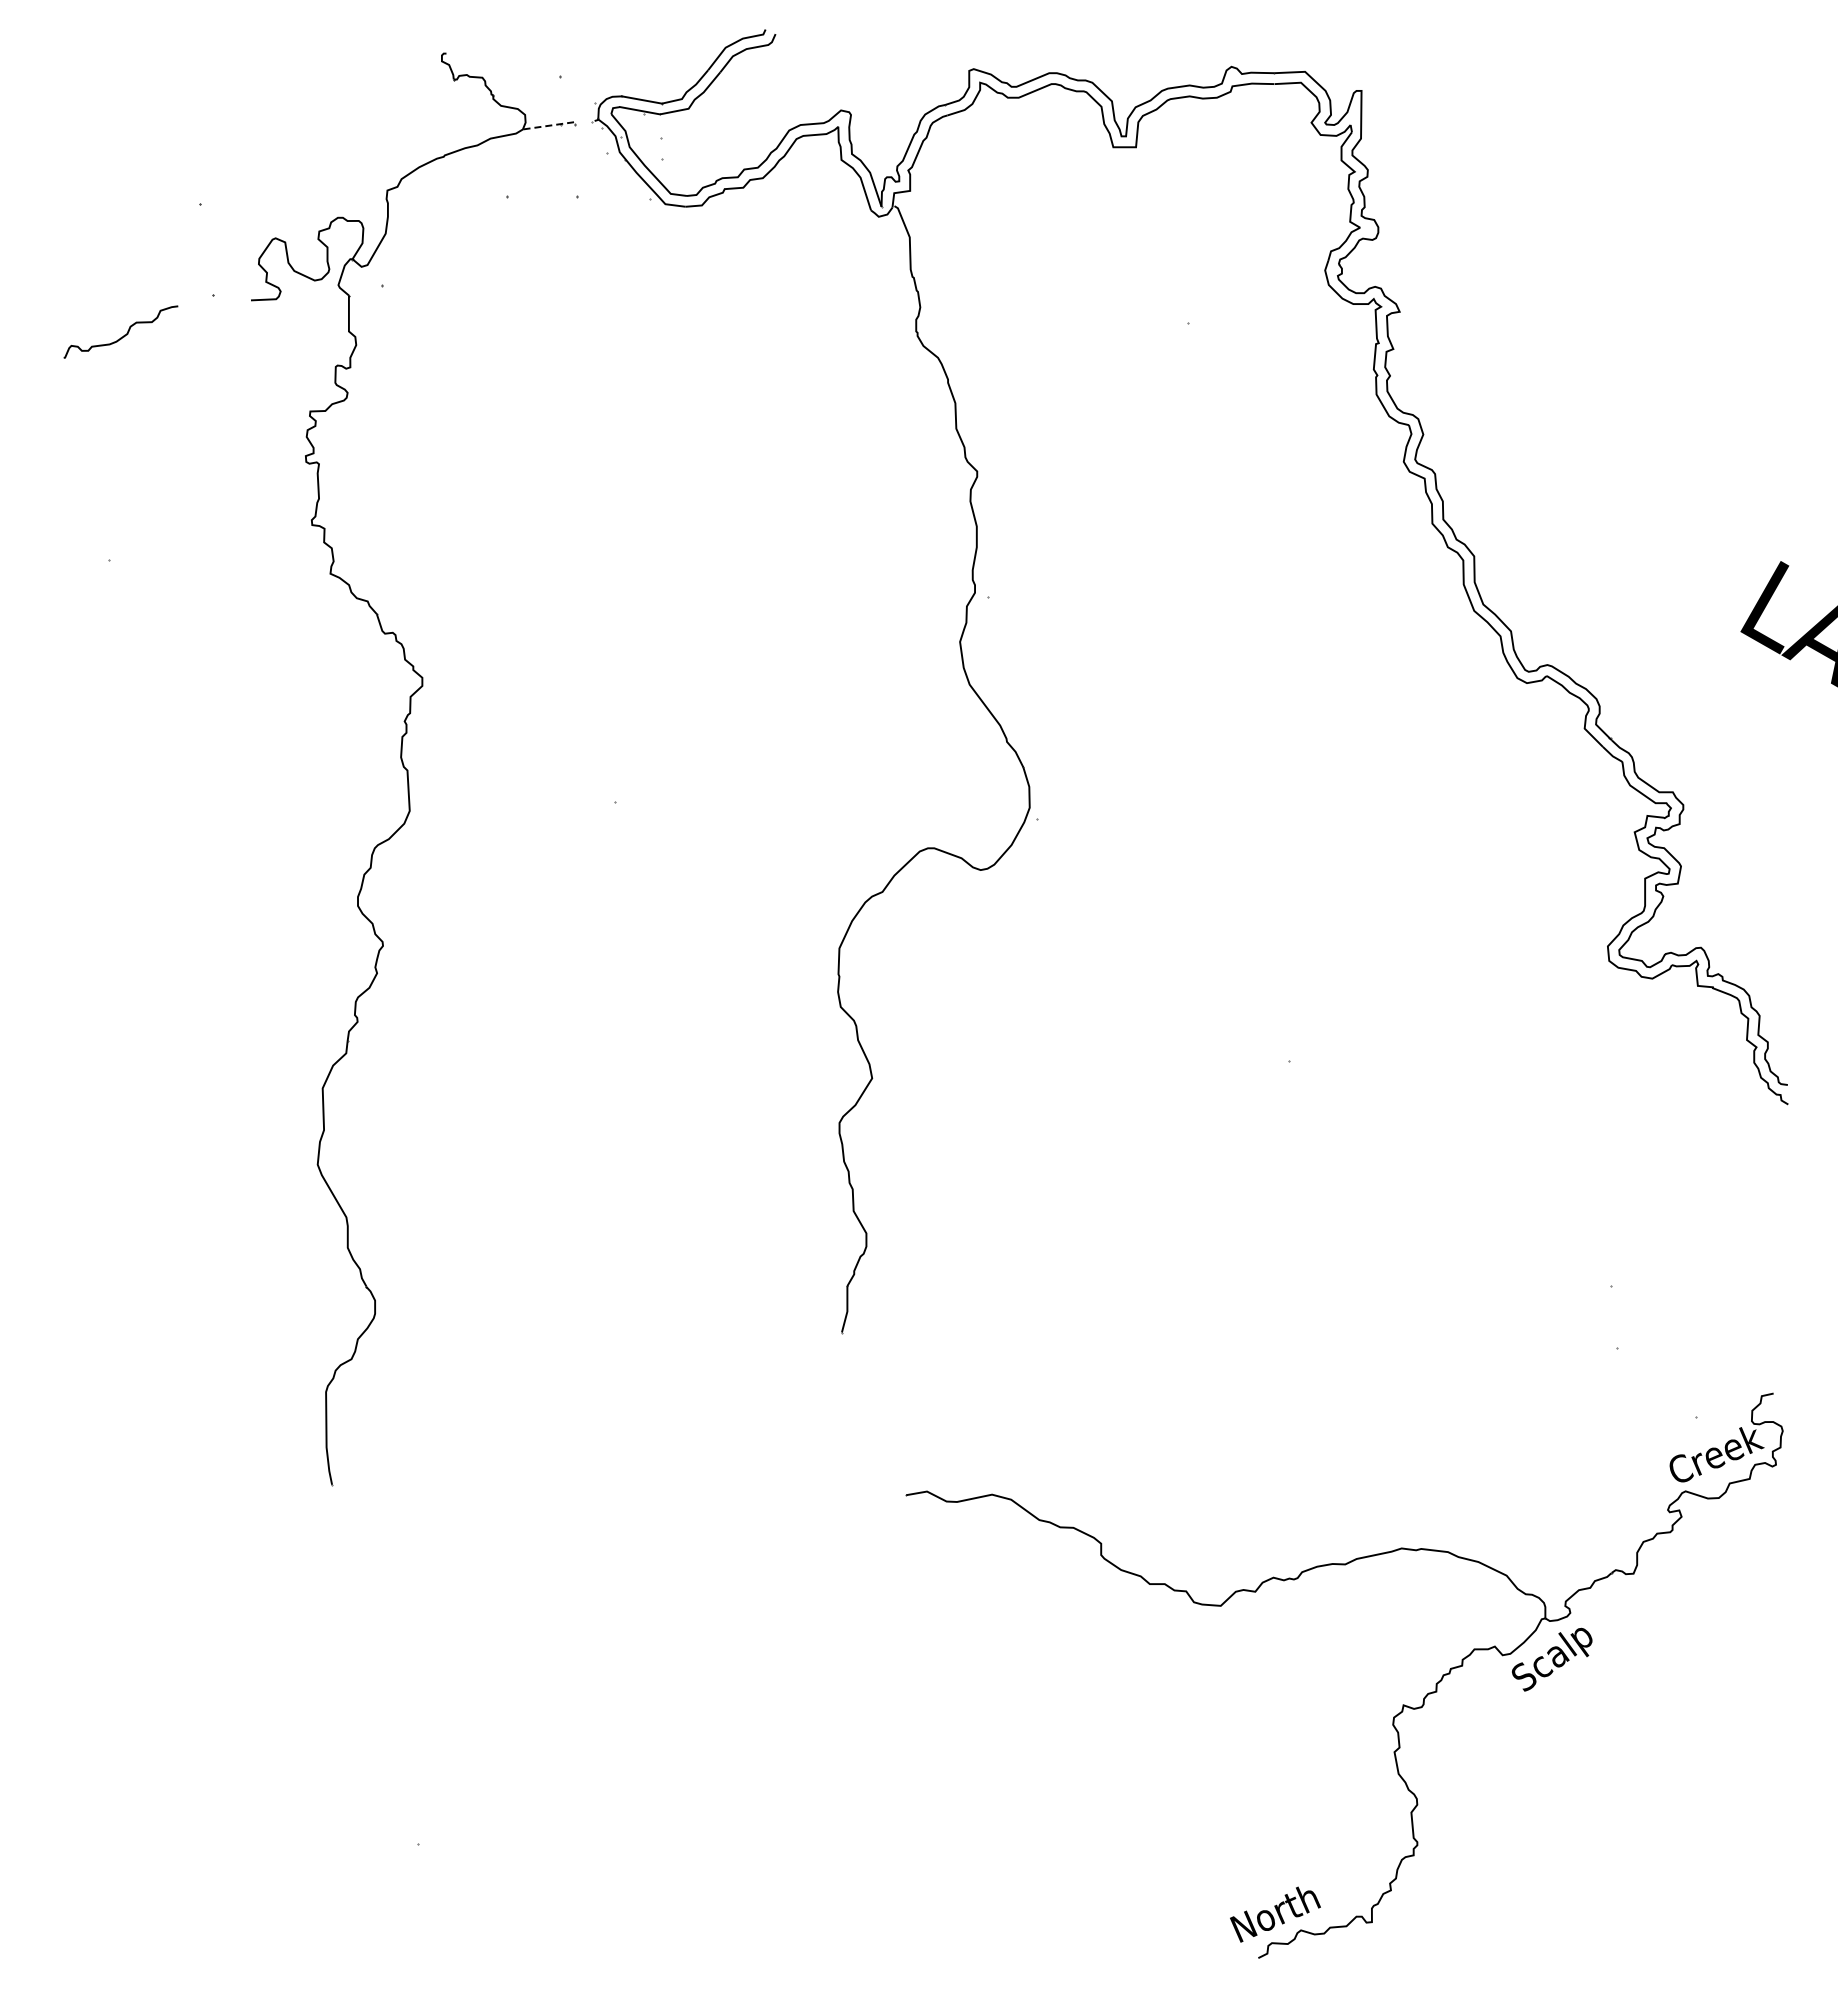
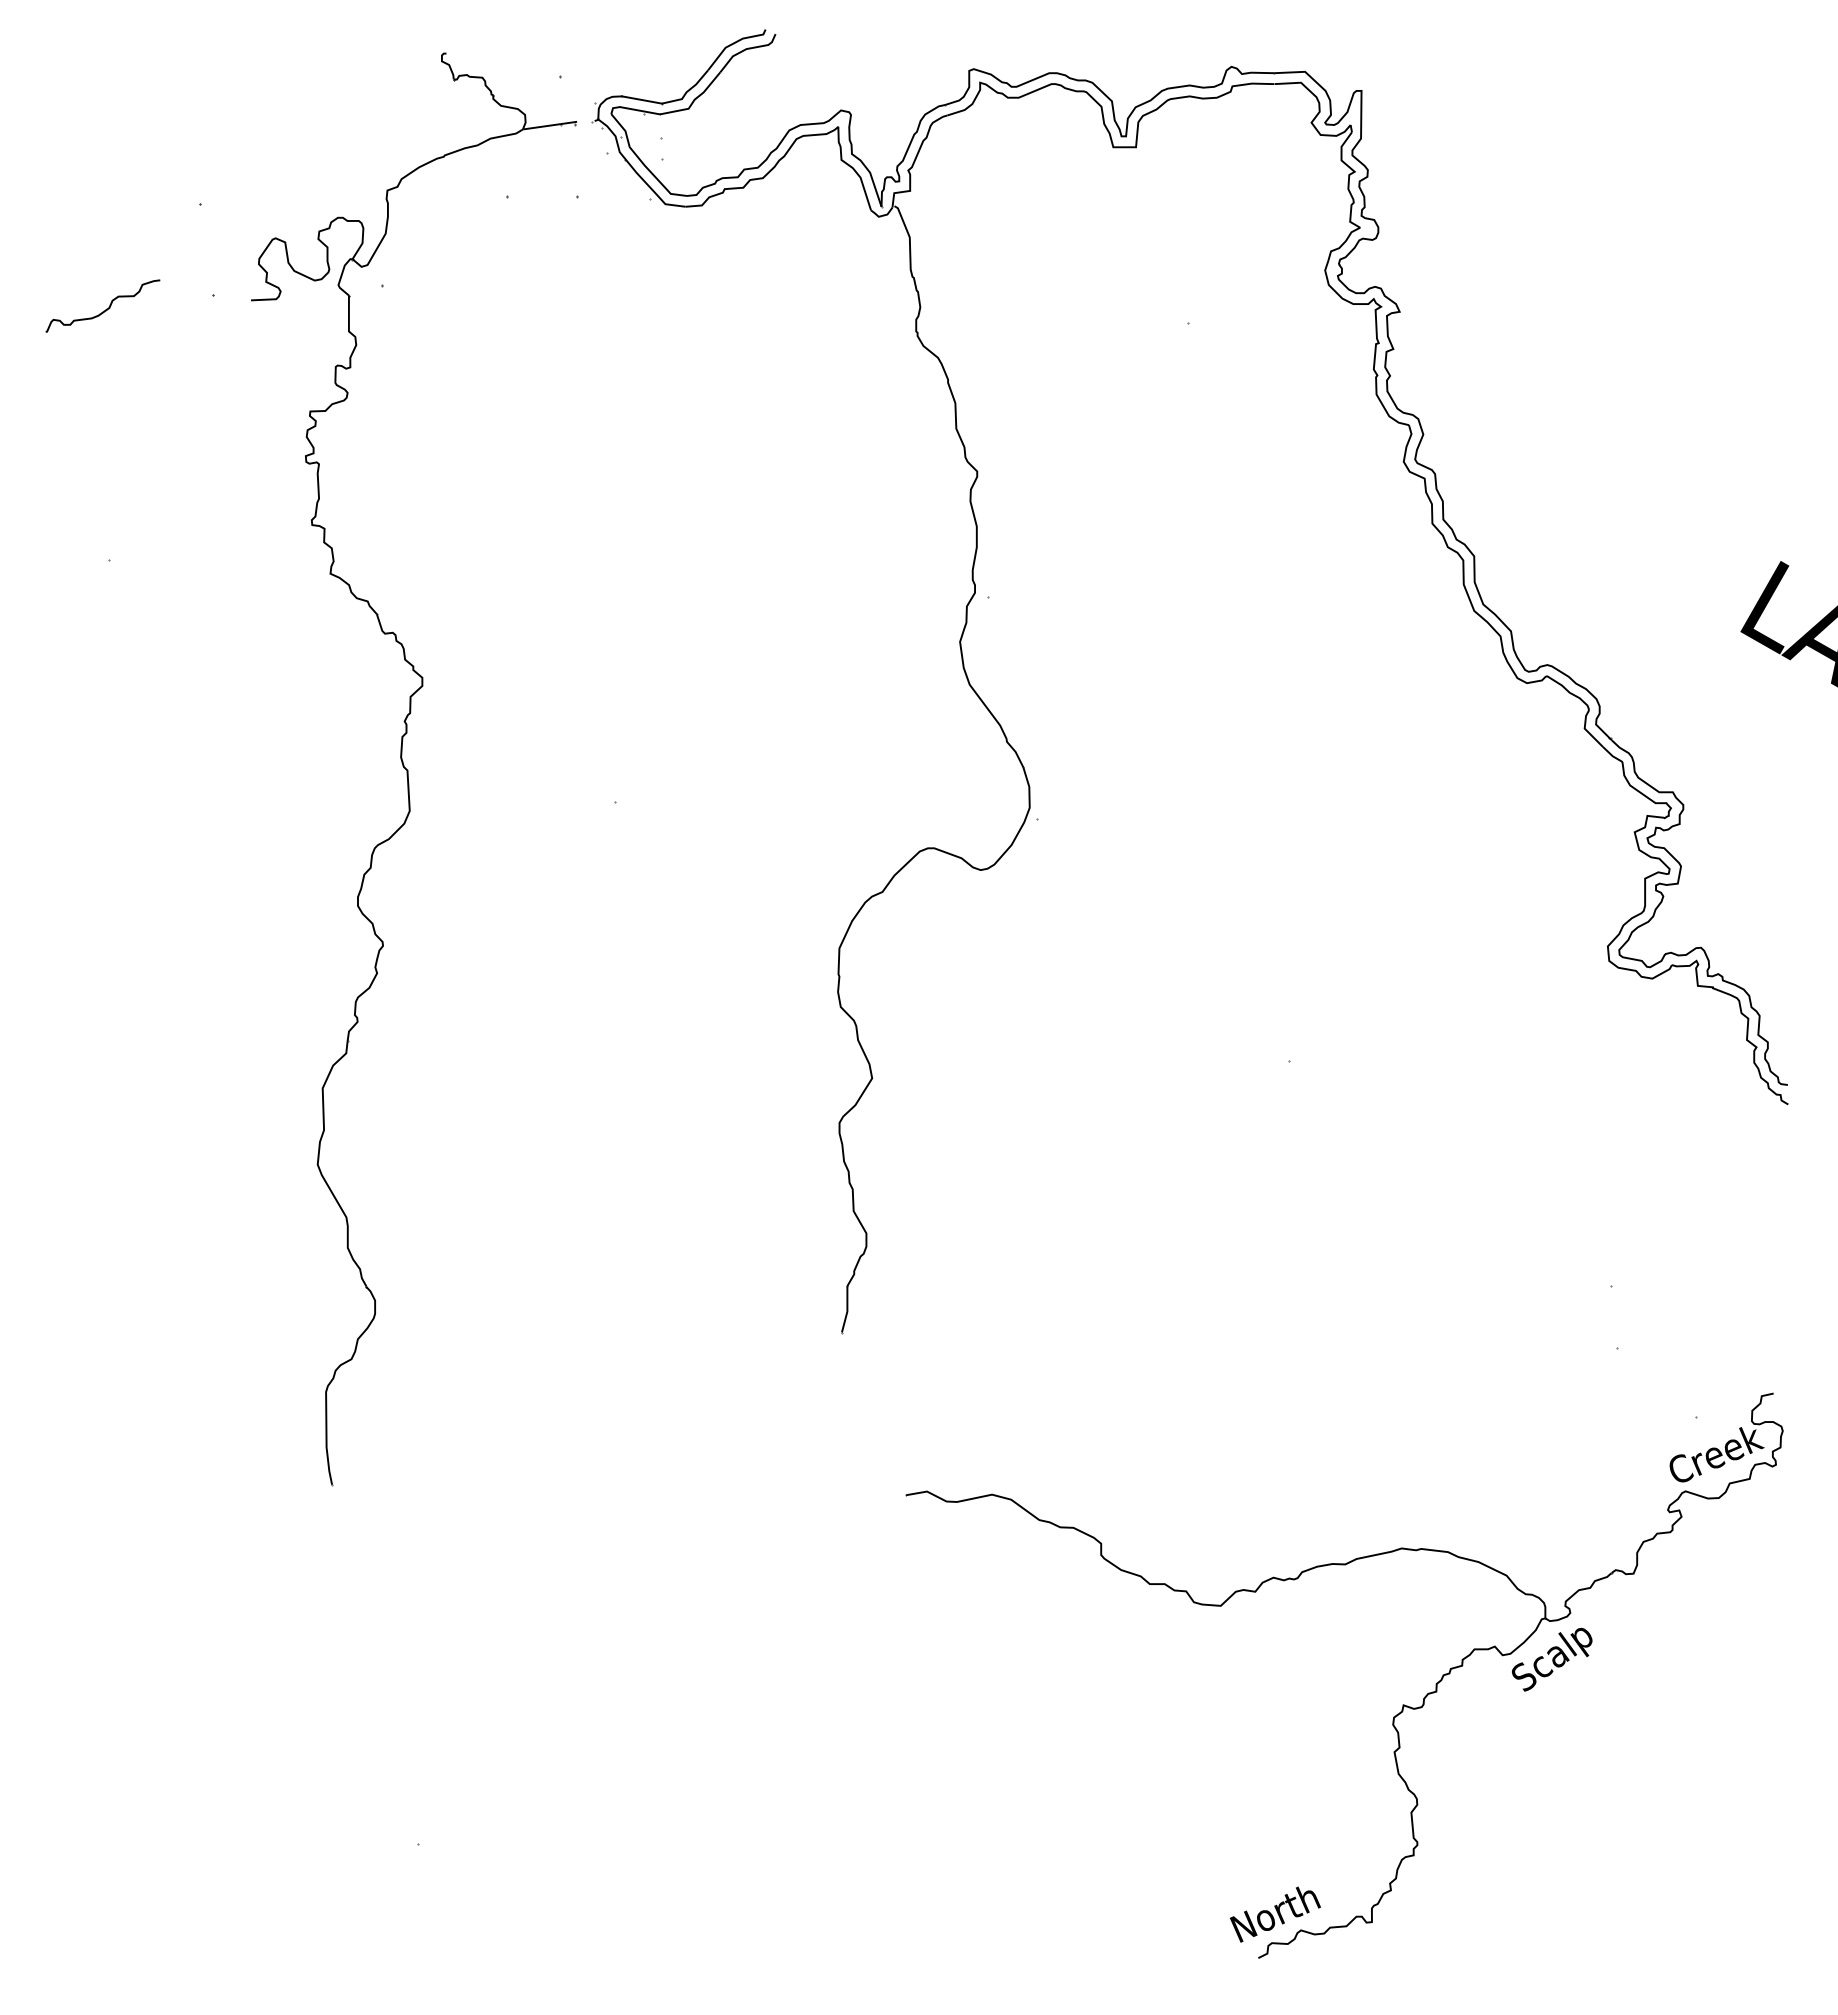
line at (550, 125): dashed -> solid
curve at (124, 334) position: (124, 334) -> (106, 308)
